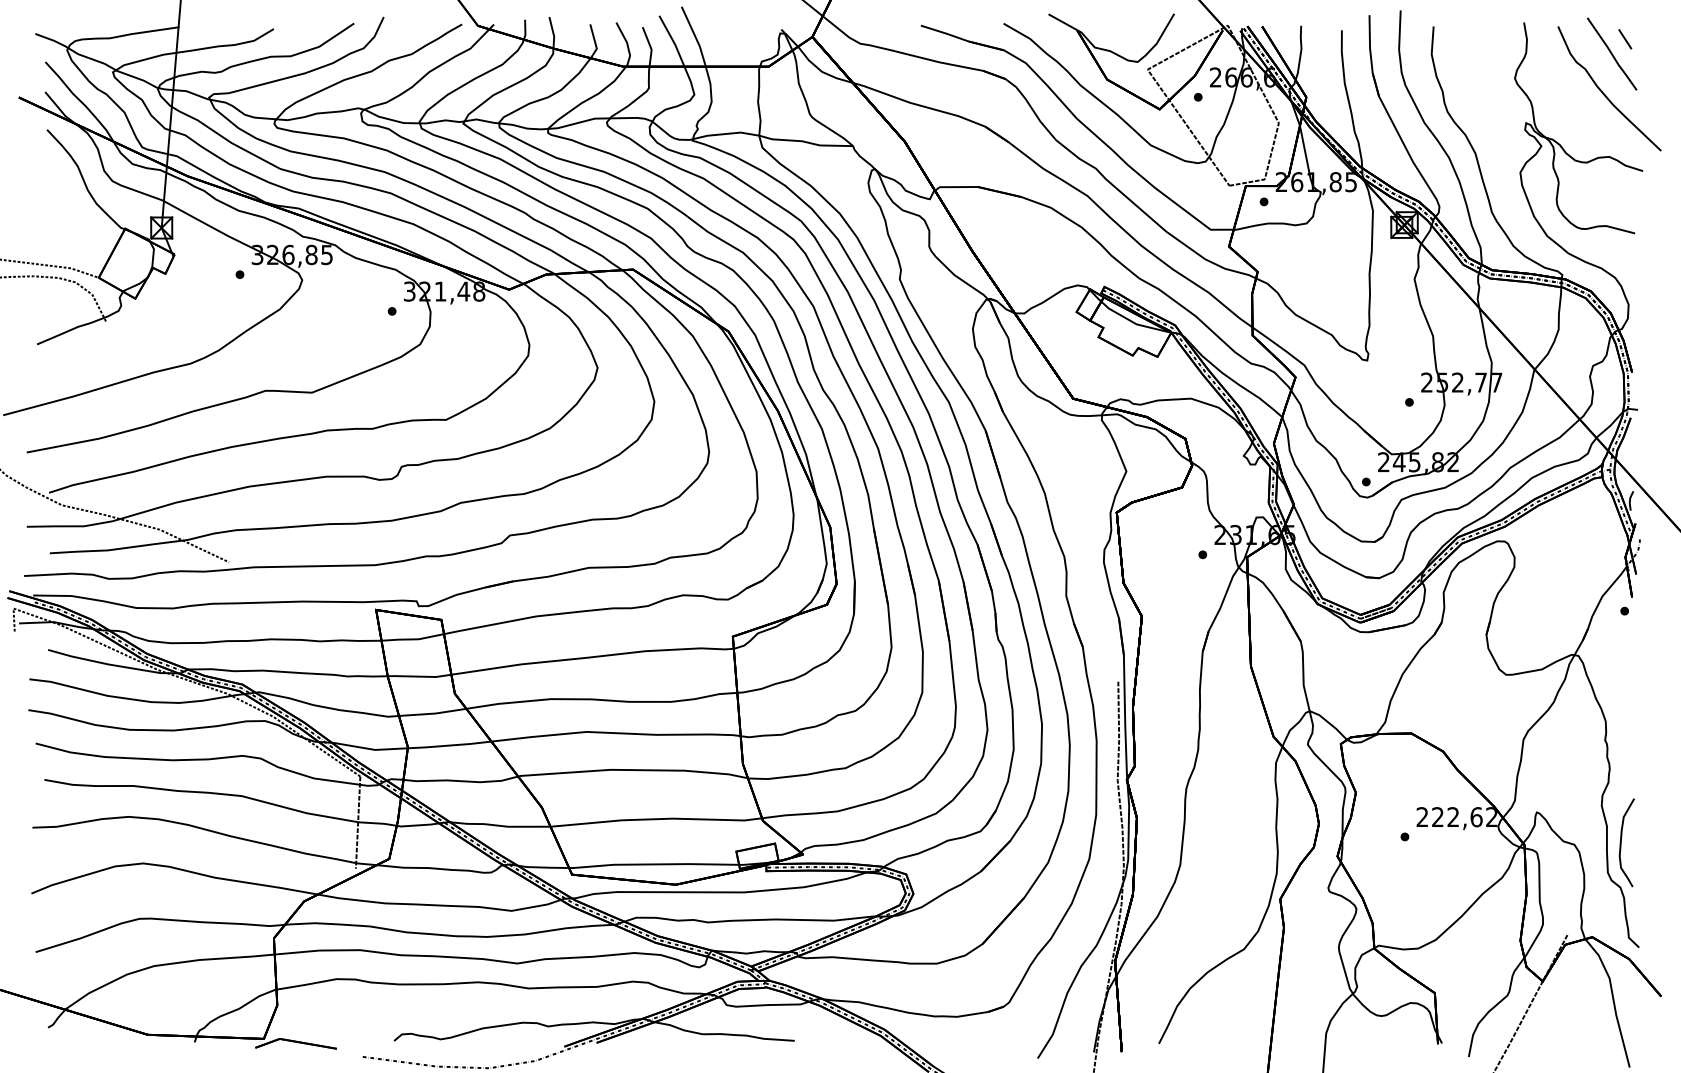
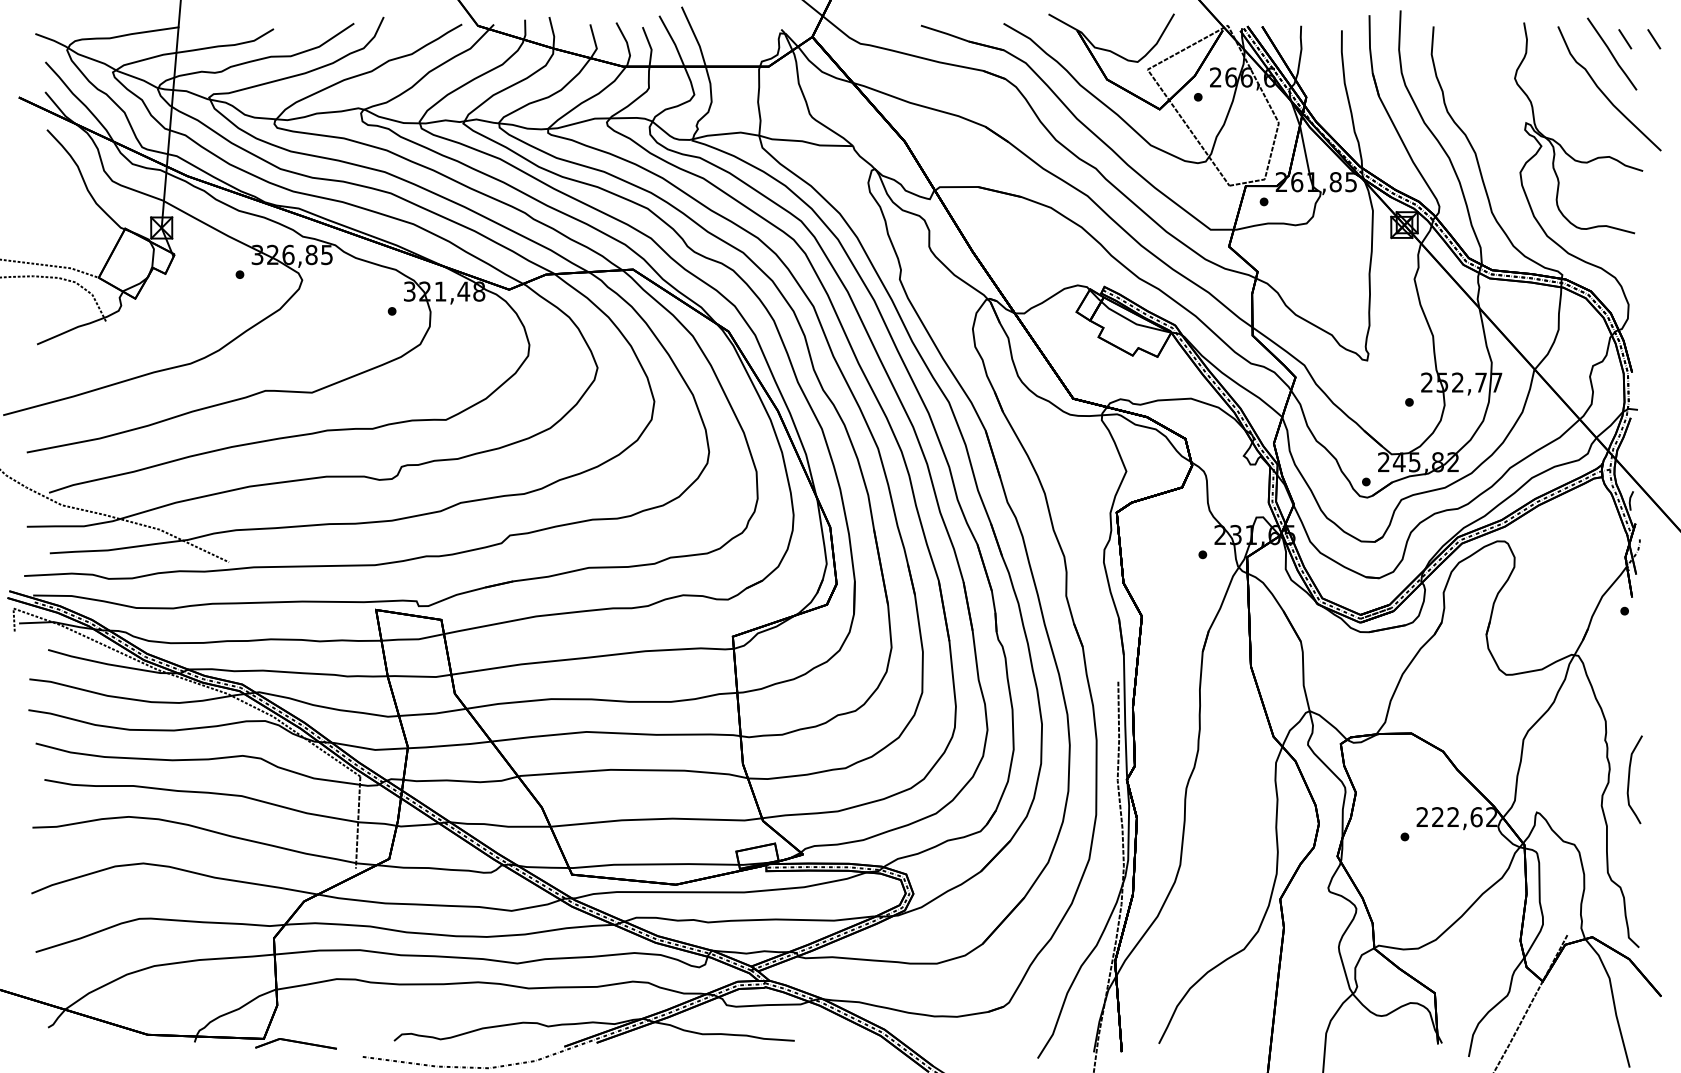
line at (1654, 39): none -> present
curve at (1621, 842) position: (1621, 842) -> (1629, 779)
